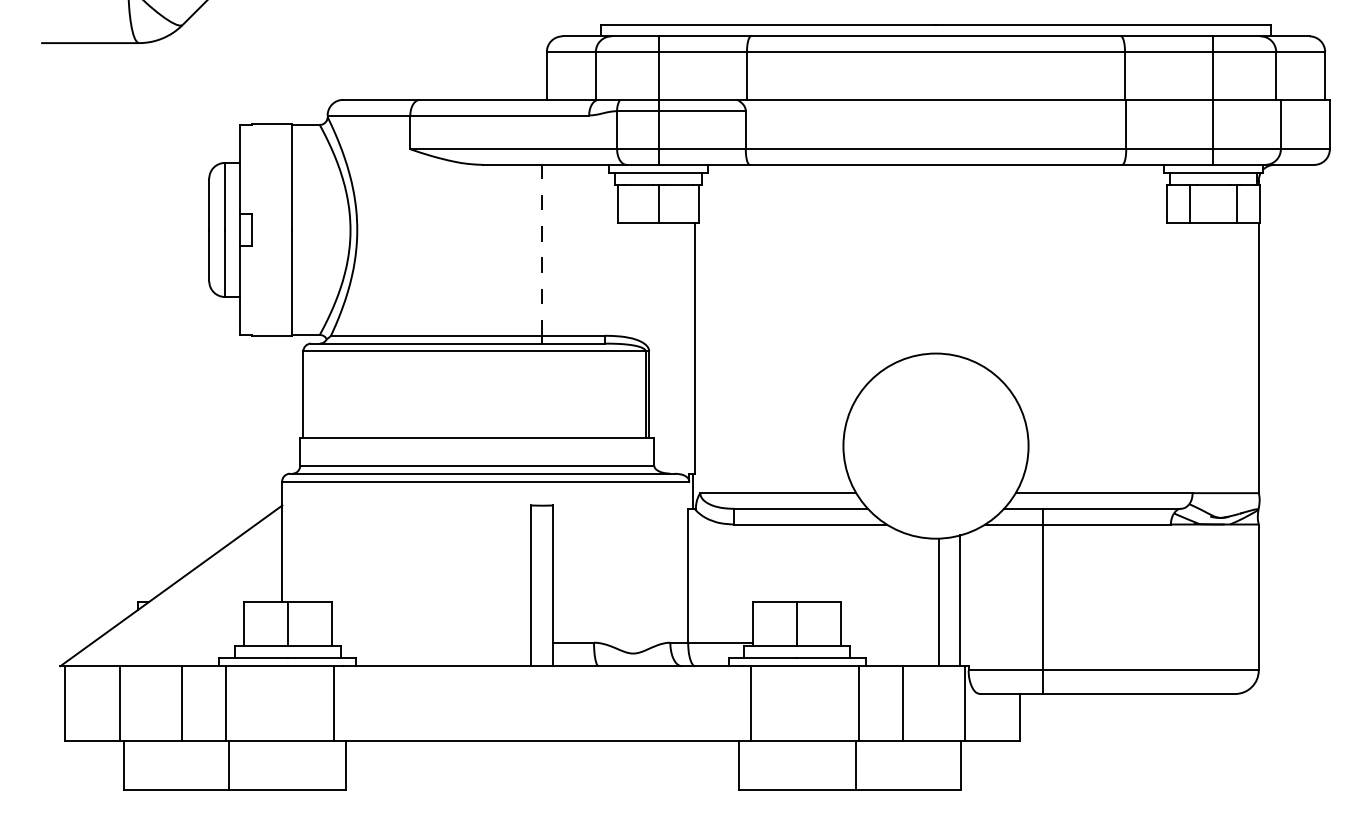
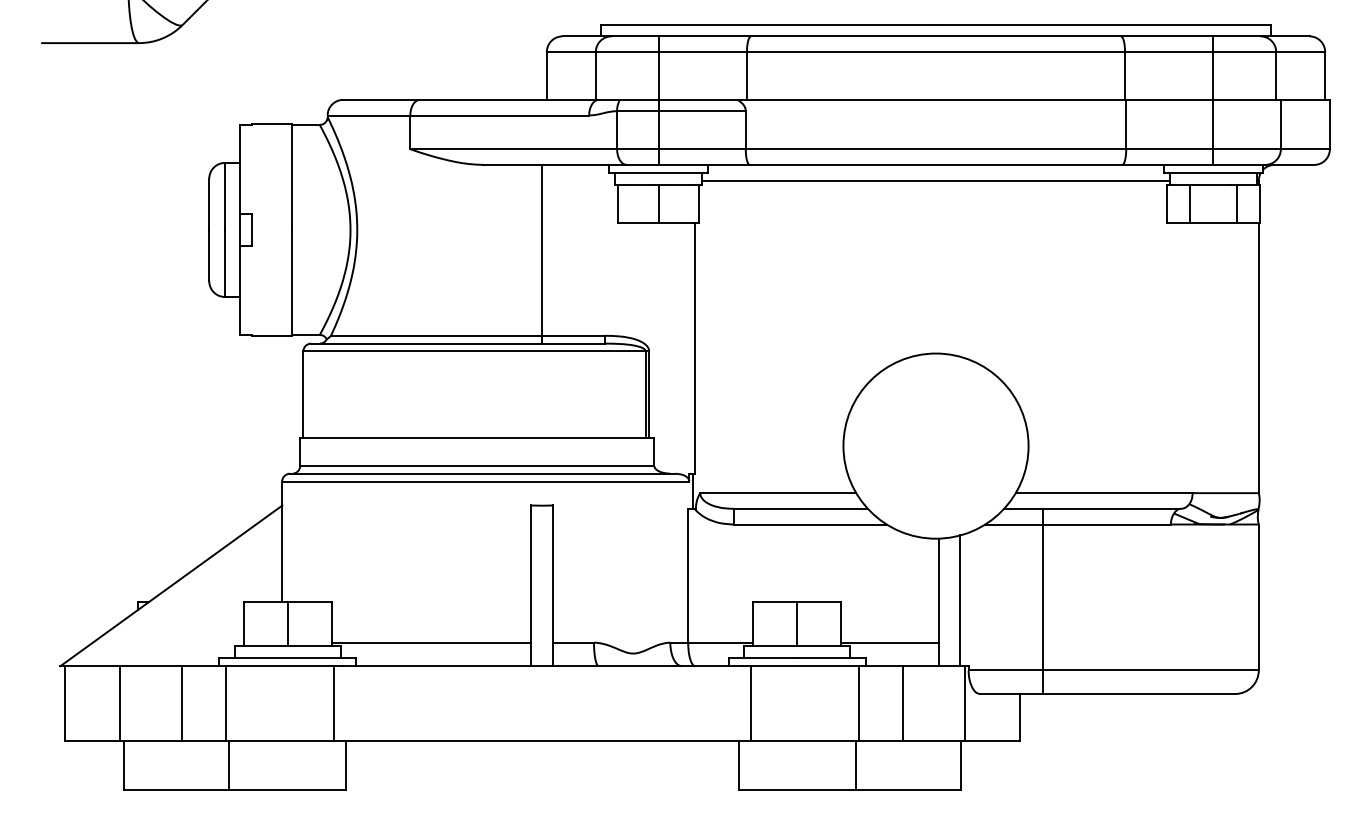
line at (935, 180): none -> present
line at (542, 249): dashed -> solid
line at (431, 642): none -> present
line at (889, 642): none -> present
